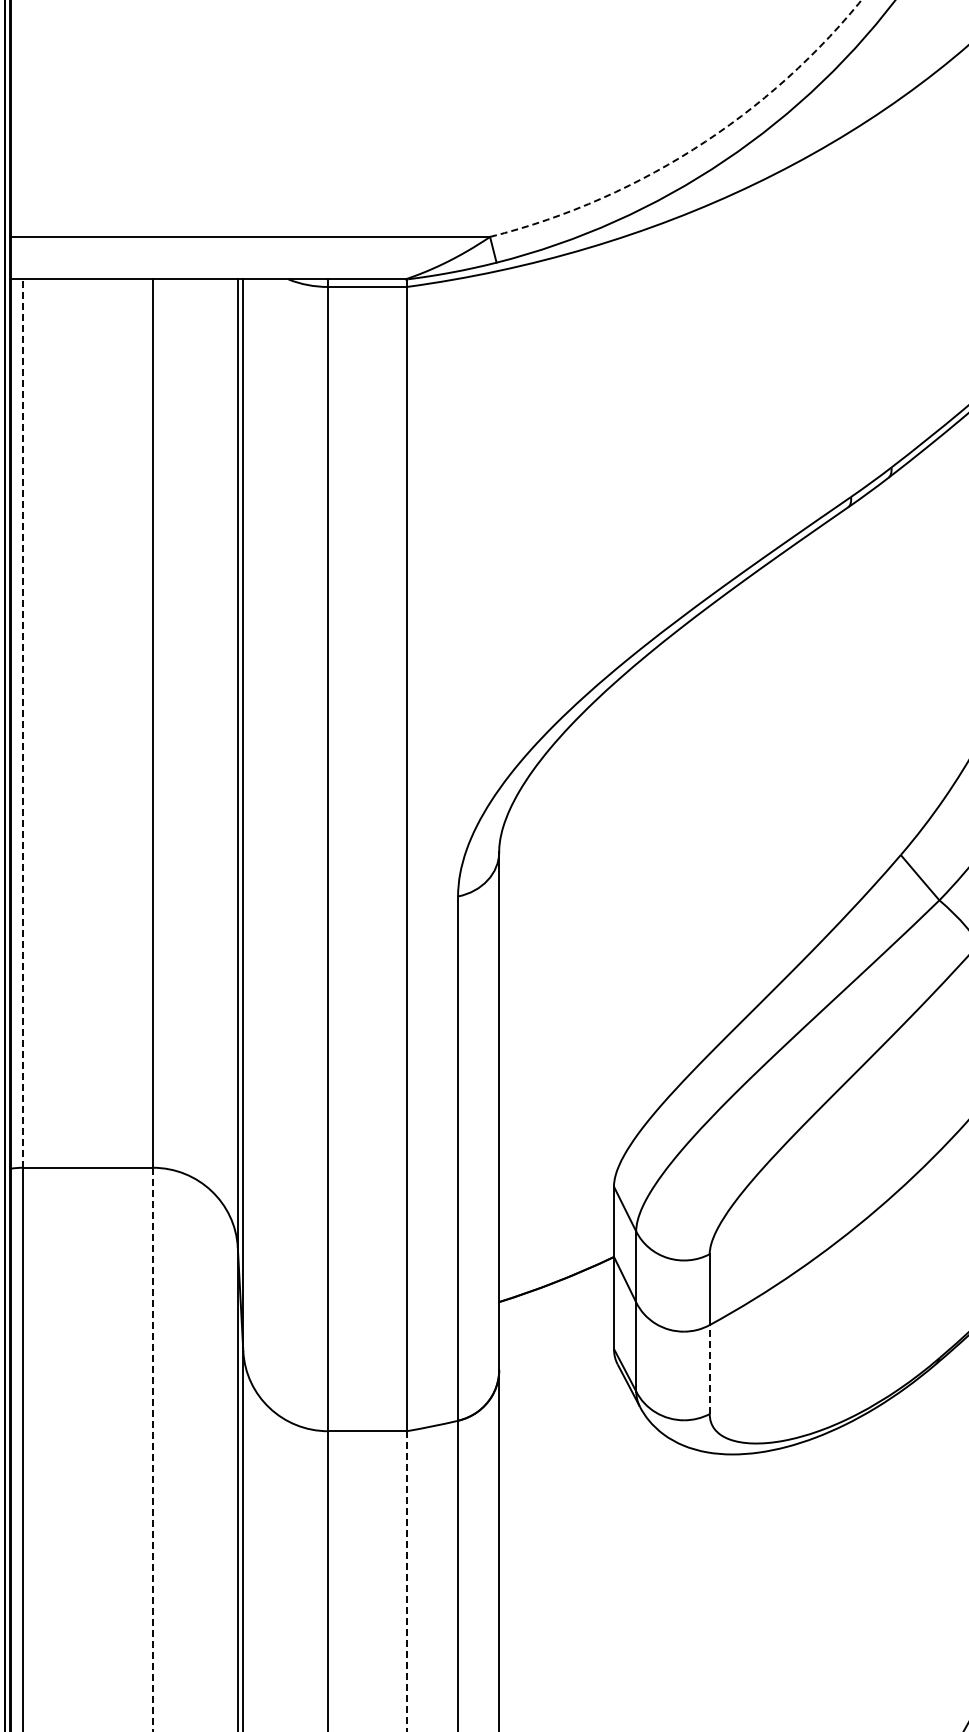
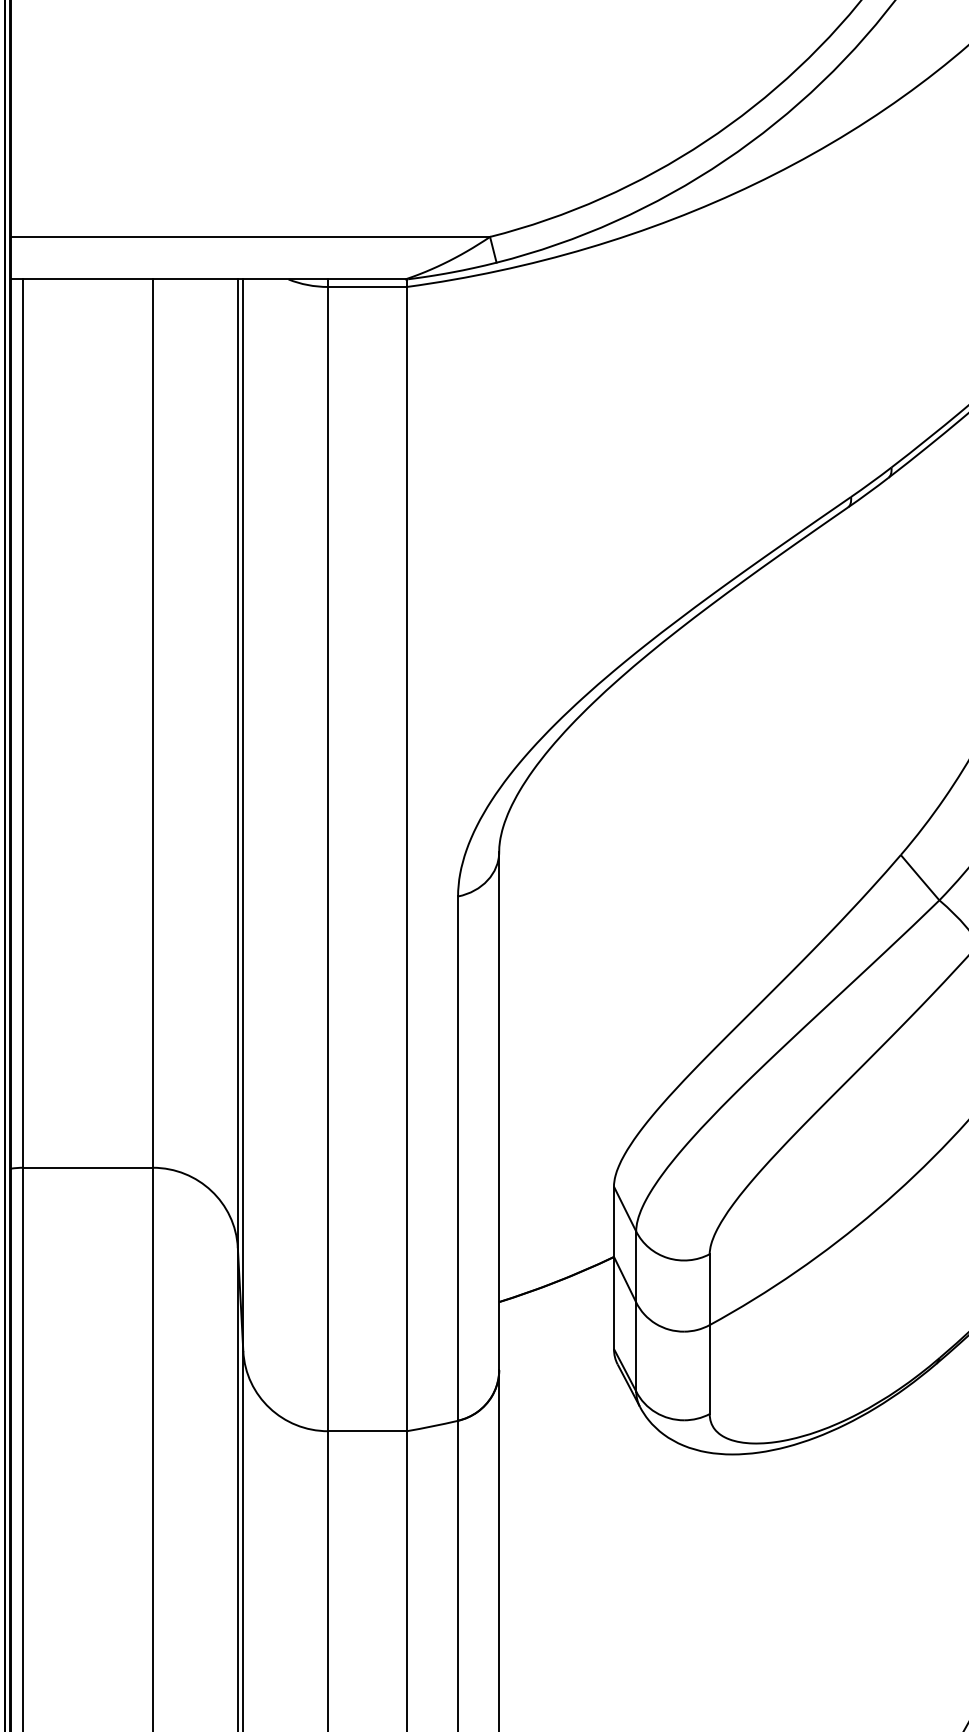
arc at (695, 147): dashed -> solid
line at (23, 723): dashed -> solid
line at (709, 1369): dashed -> solid
line at (152, 1449): dashed -> solid
line at (406, 1581): dashed -> solid
